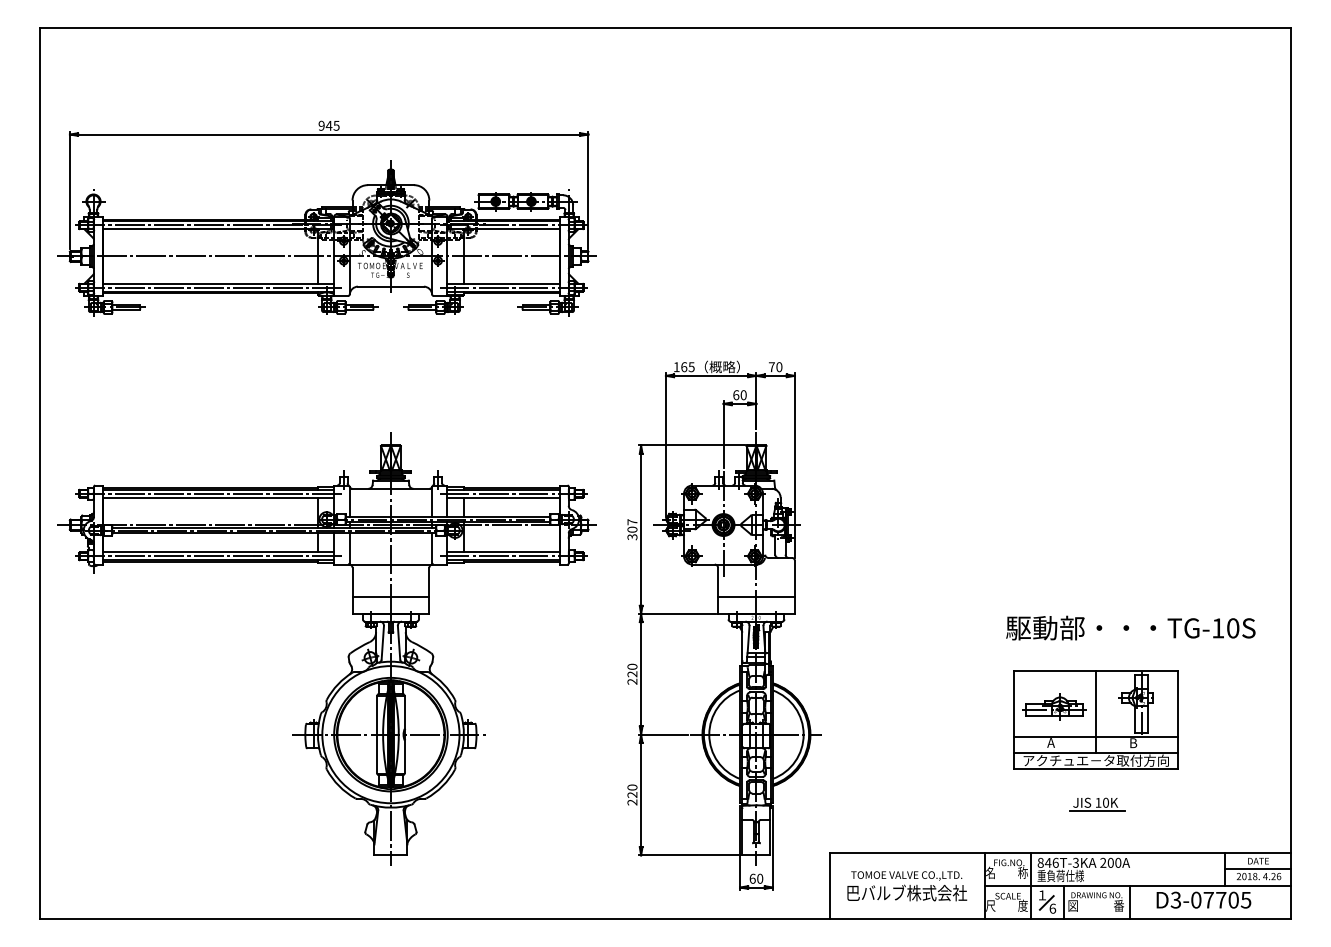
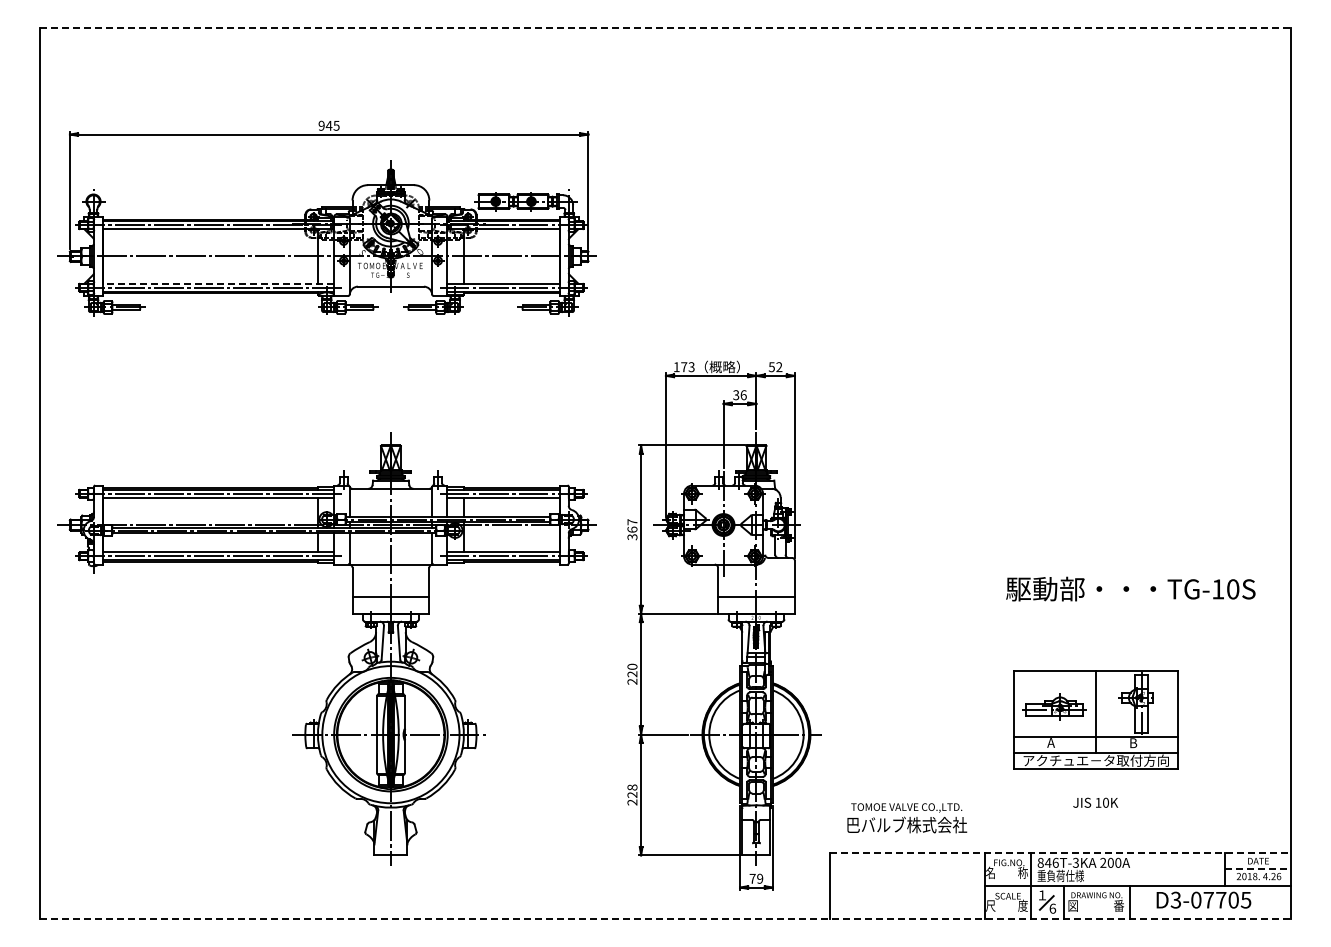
line at (665, 28): solid -> dashed
line at (218, 283): solid -> dashed
text at (687, 367): 165 -> 173
text at (775, 367): 70 -> 52
text at (739, 395): 60 -> 36
text at (632, 529): 307 -> 367
text at (1130, 627) position: (1130, 627) -> (1130, 588)
text at (632, 787): 220 -> 228
line at (1097, 810): present -> none
line at (1061, 852): solid -> dashed
line at (1258, 869): solid -> dashed
text at (756, 878): 60 -> 79
text at (907, 886) position: (907, 886) -> (907, 818)
line at (665, 918): solid -> dashed
